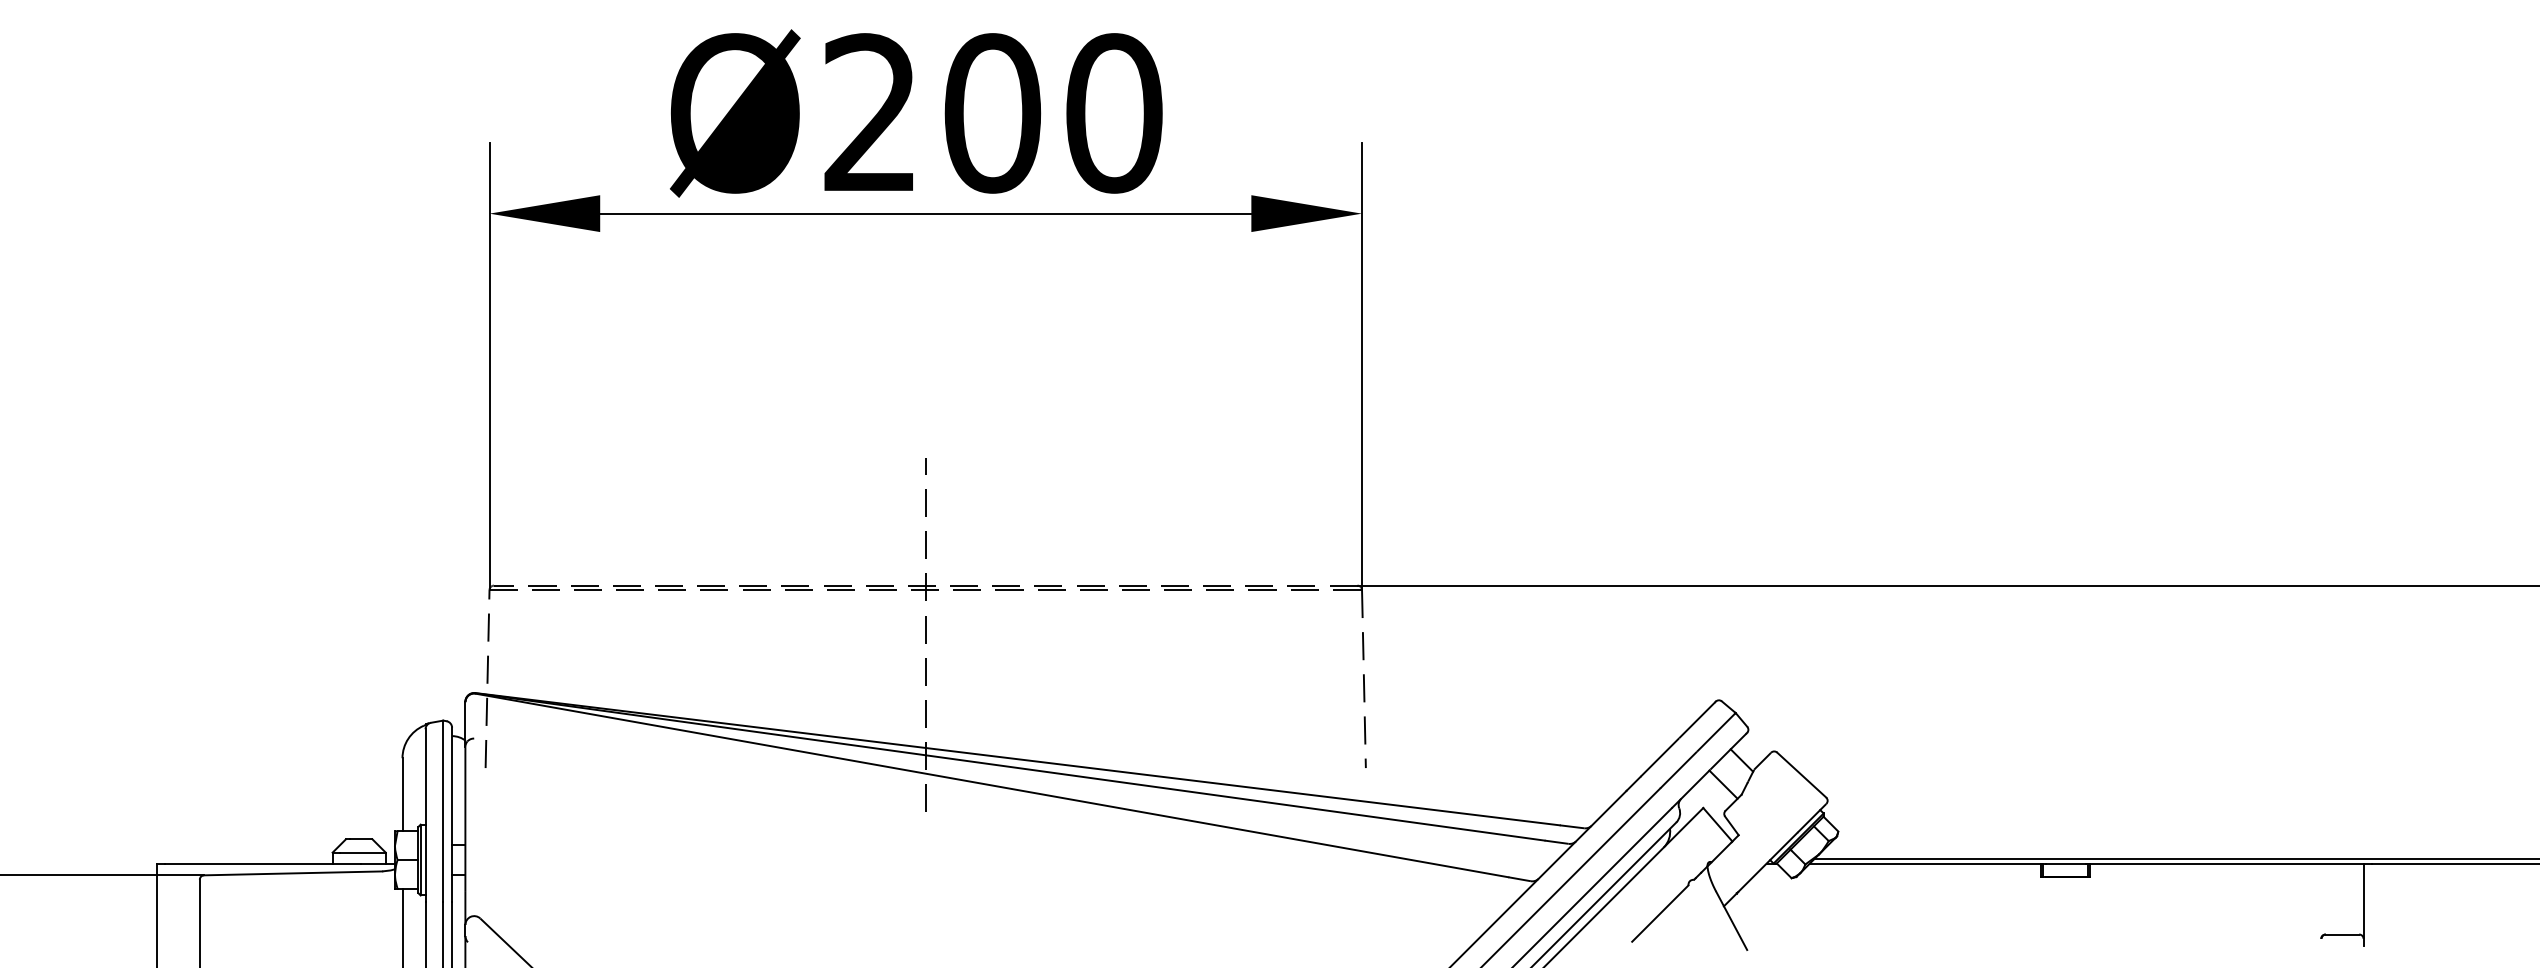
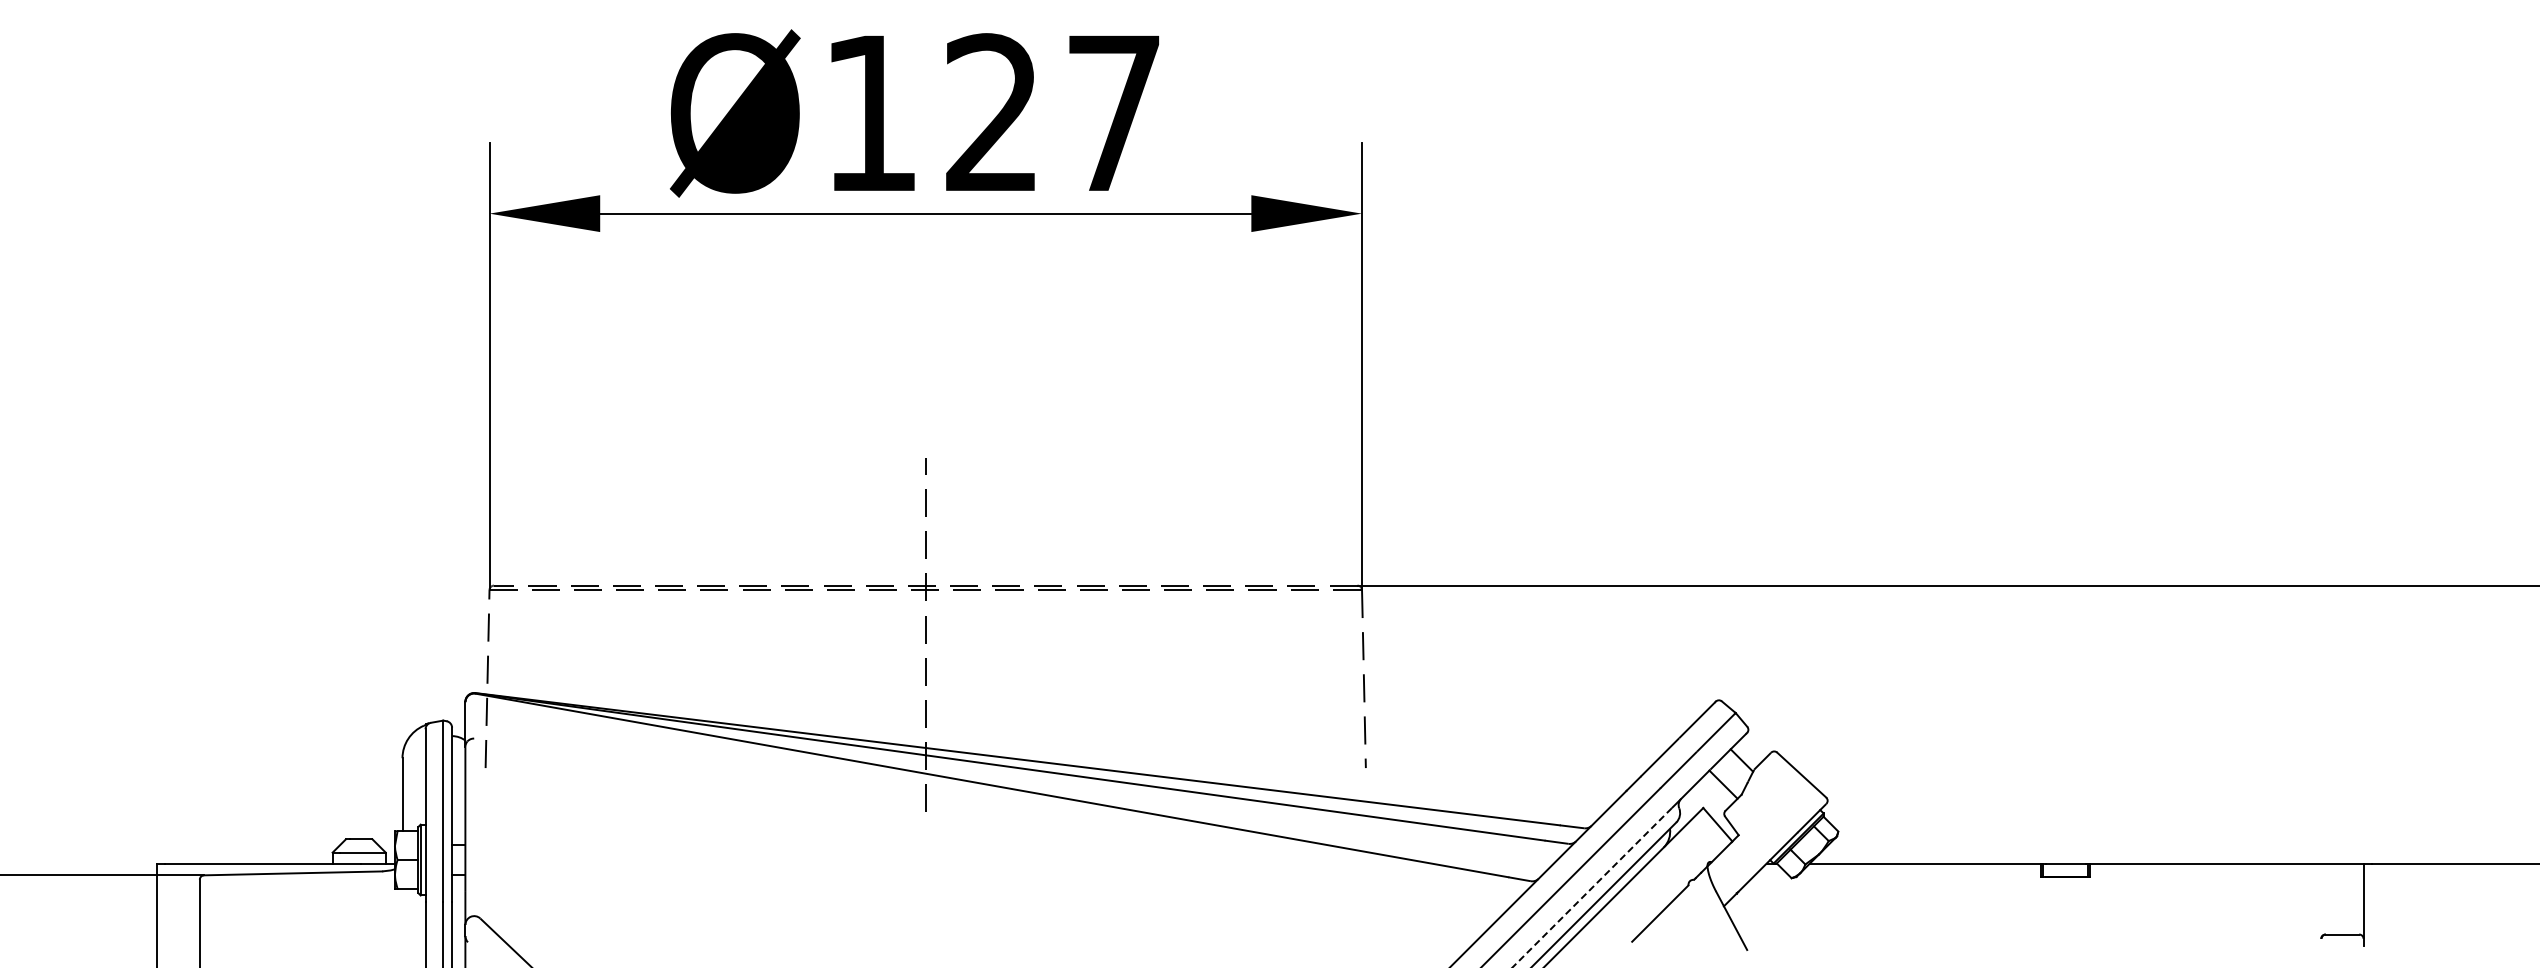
text at (993, 113): Ø200 -> Ø127
line at (2175, 859): present -> none
line at (1591, 888): solid -> dashed
line at (402, 926): present -> none
